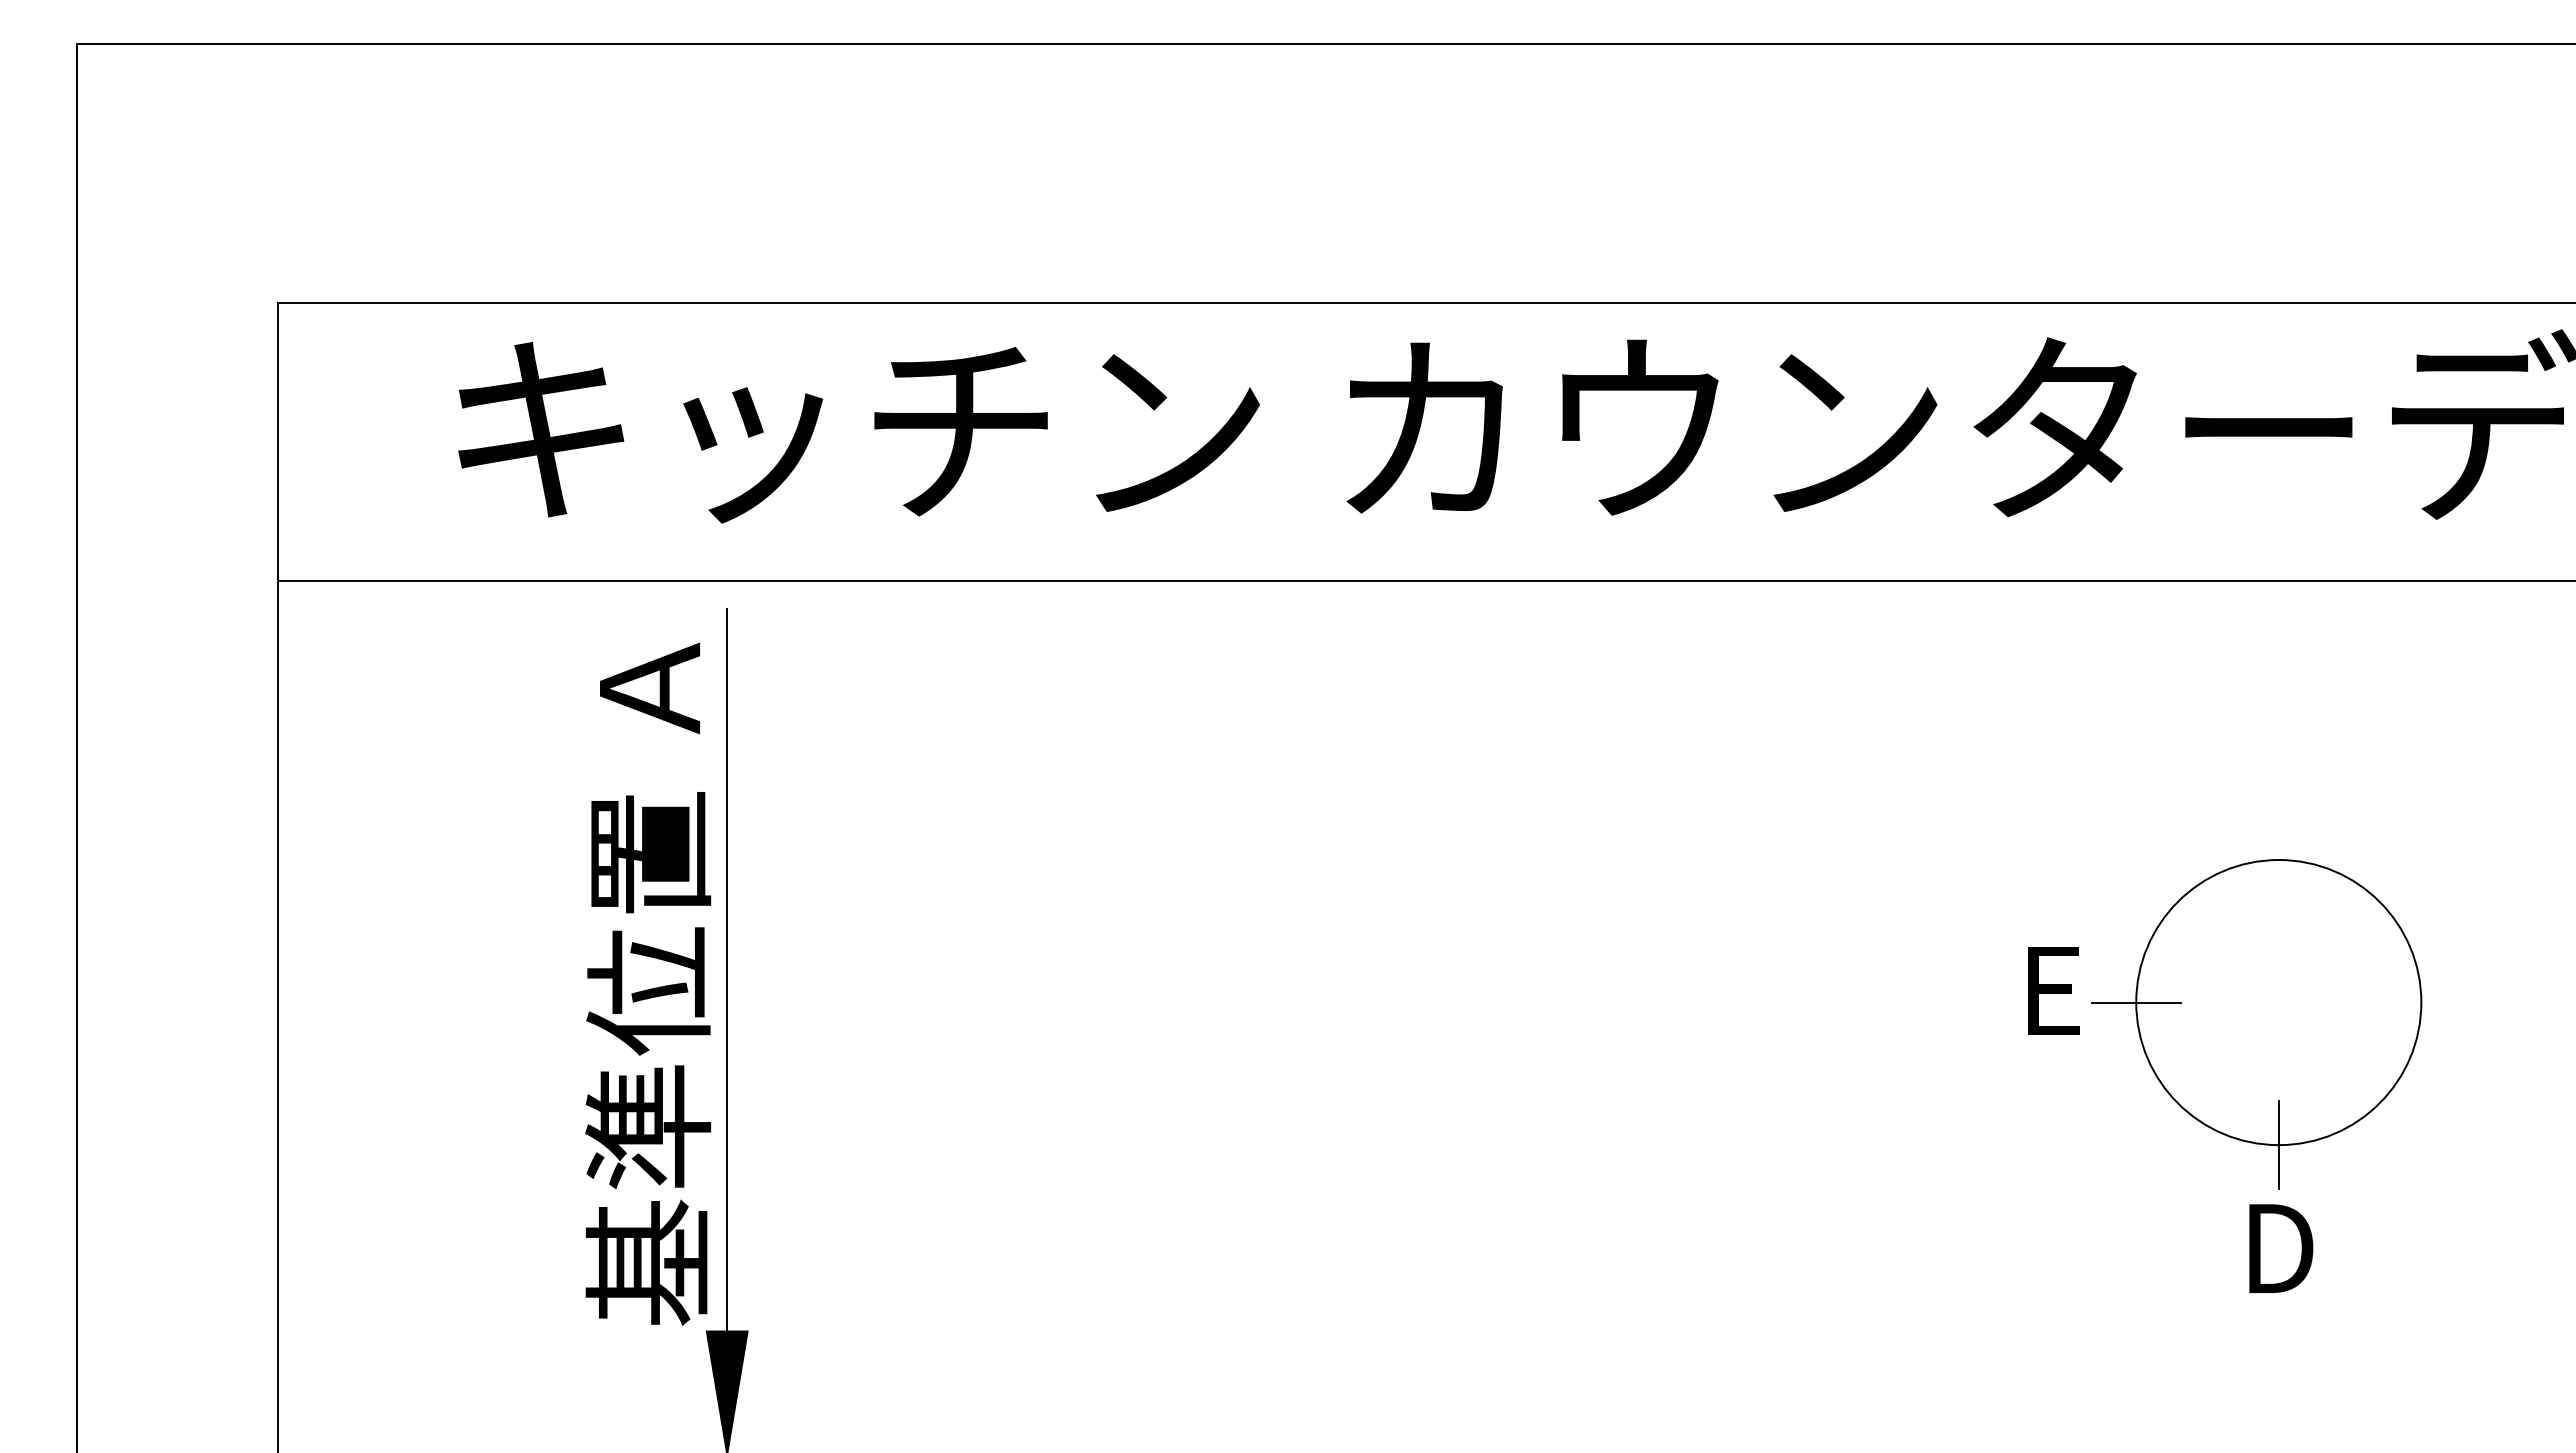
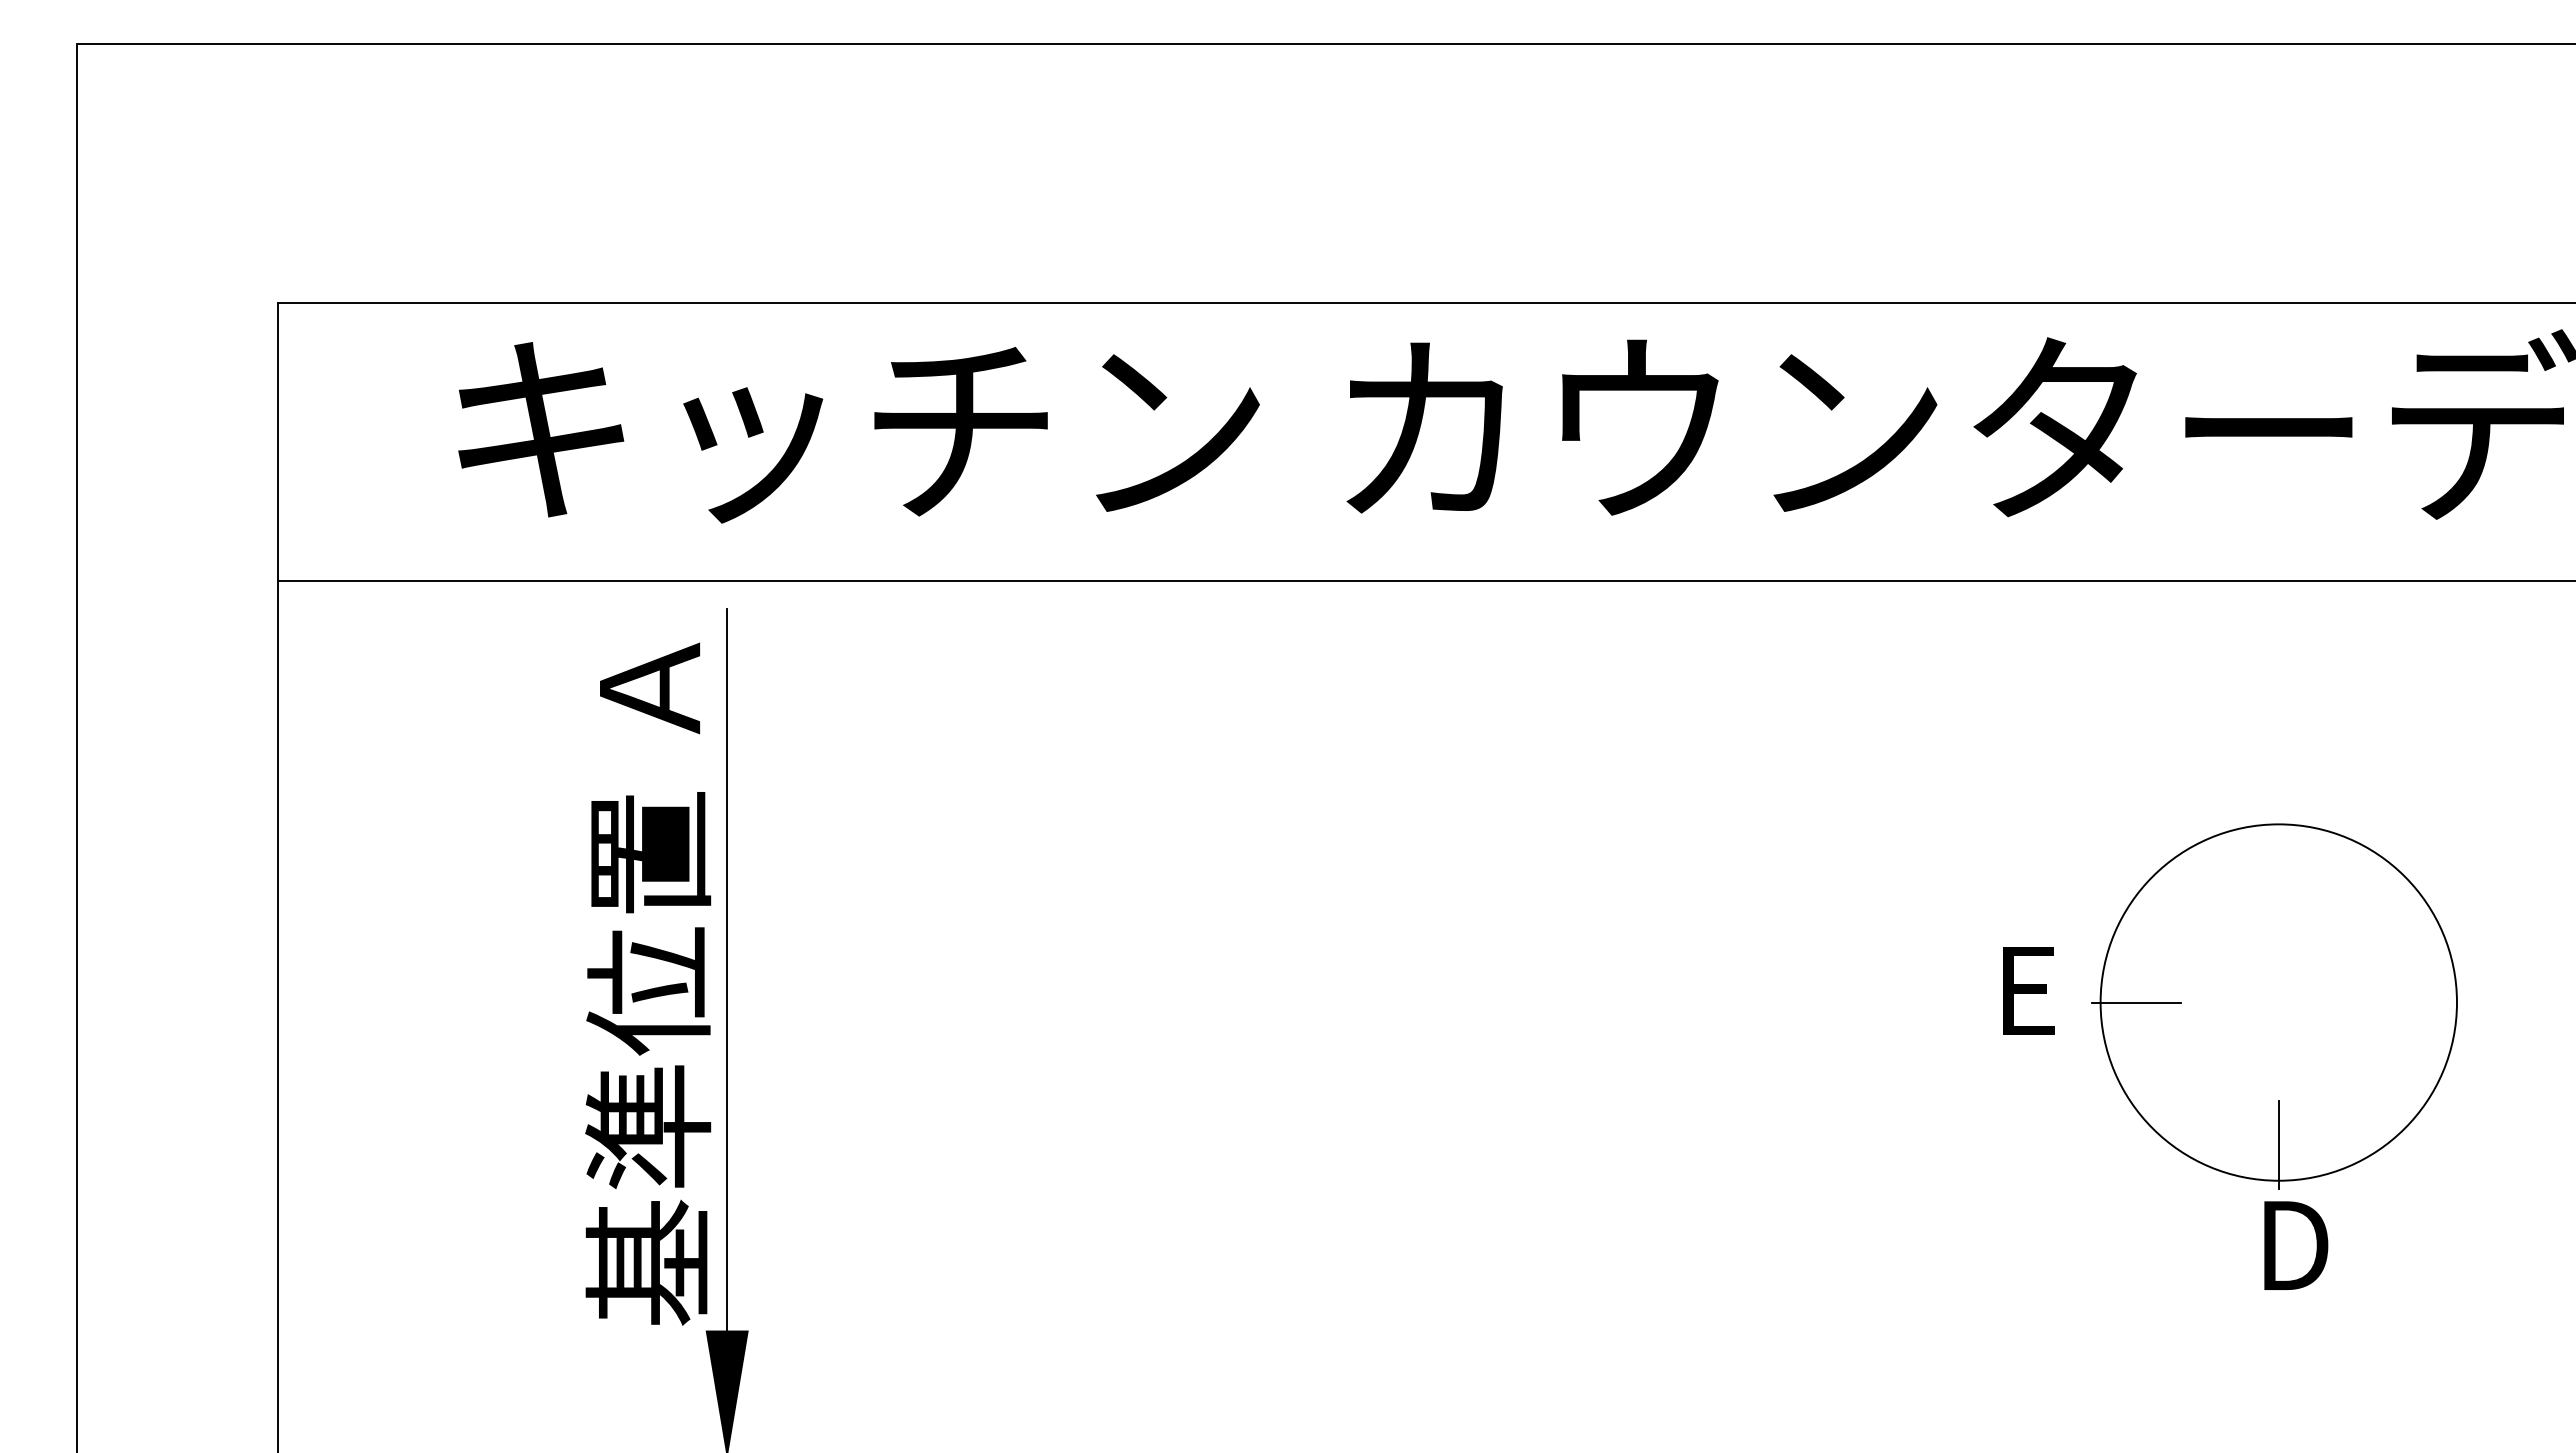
text at (2053, 990) position: (2053, 990) -> (2028, 990)
circle at (2278, 1002) diameter: 285 px -> 356 px
text at (2281, 1248) position: (2281, 1248) -> (2296, 1245)
